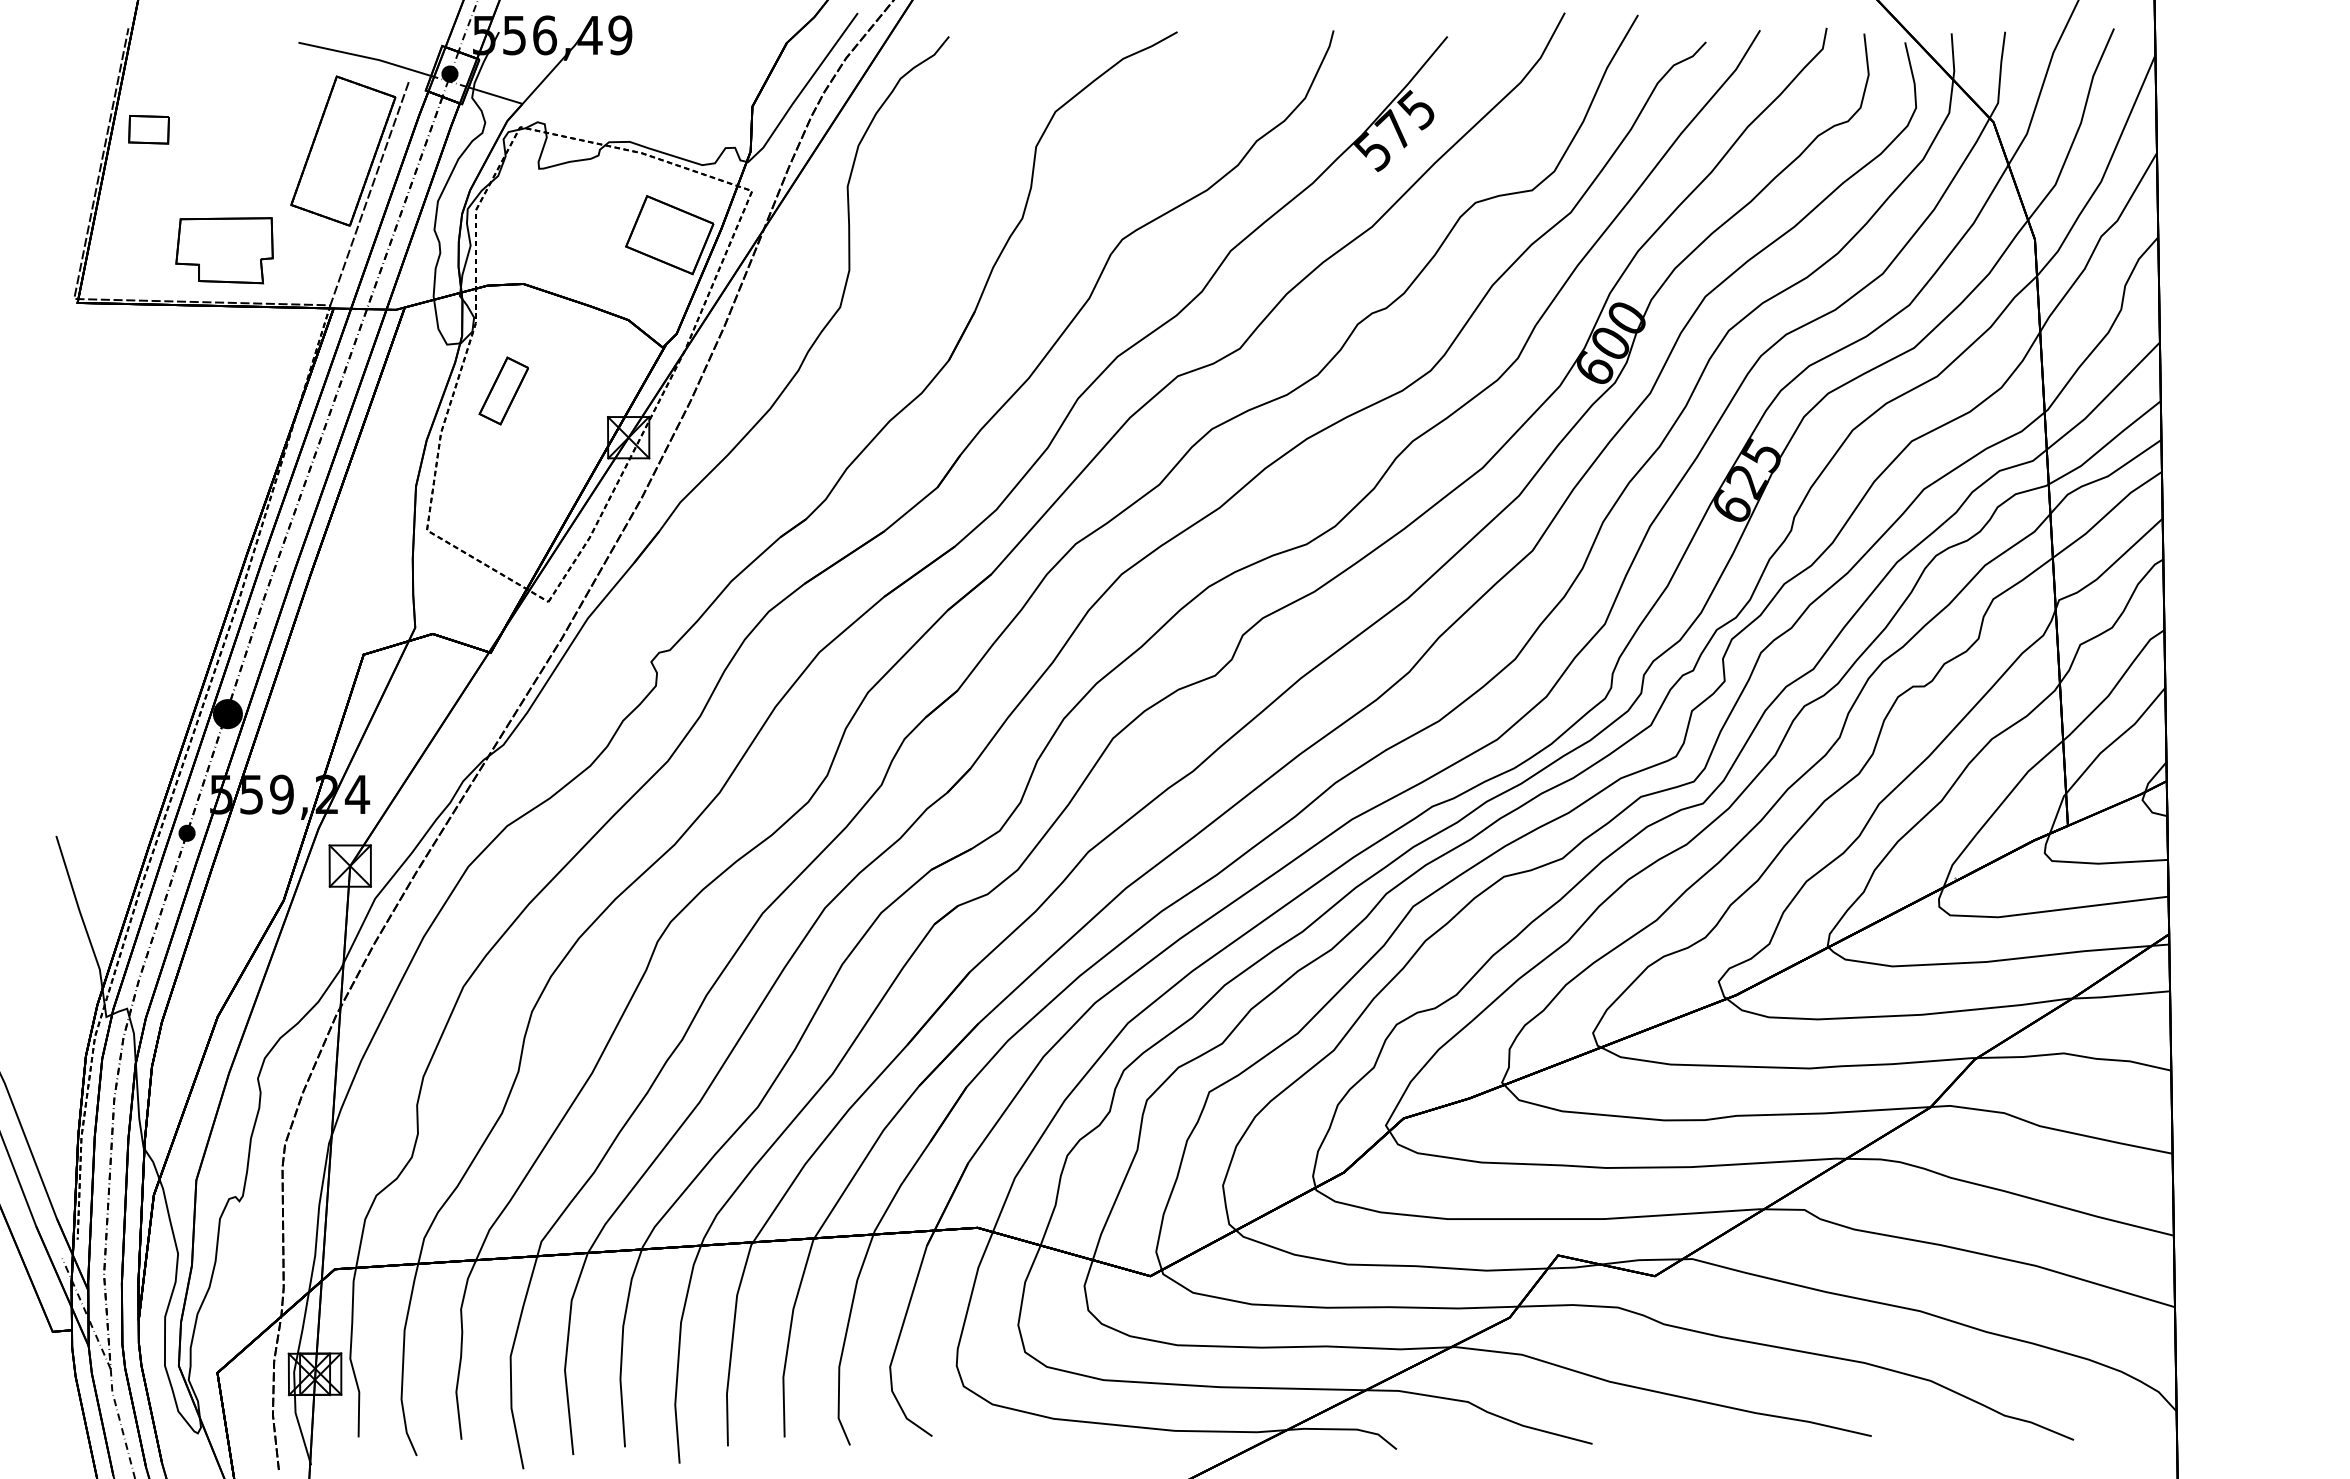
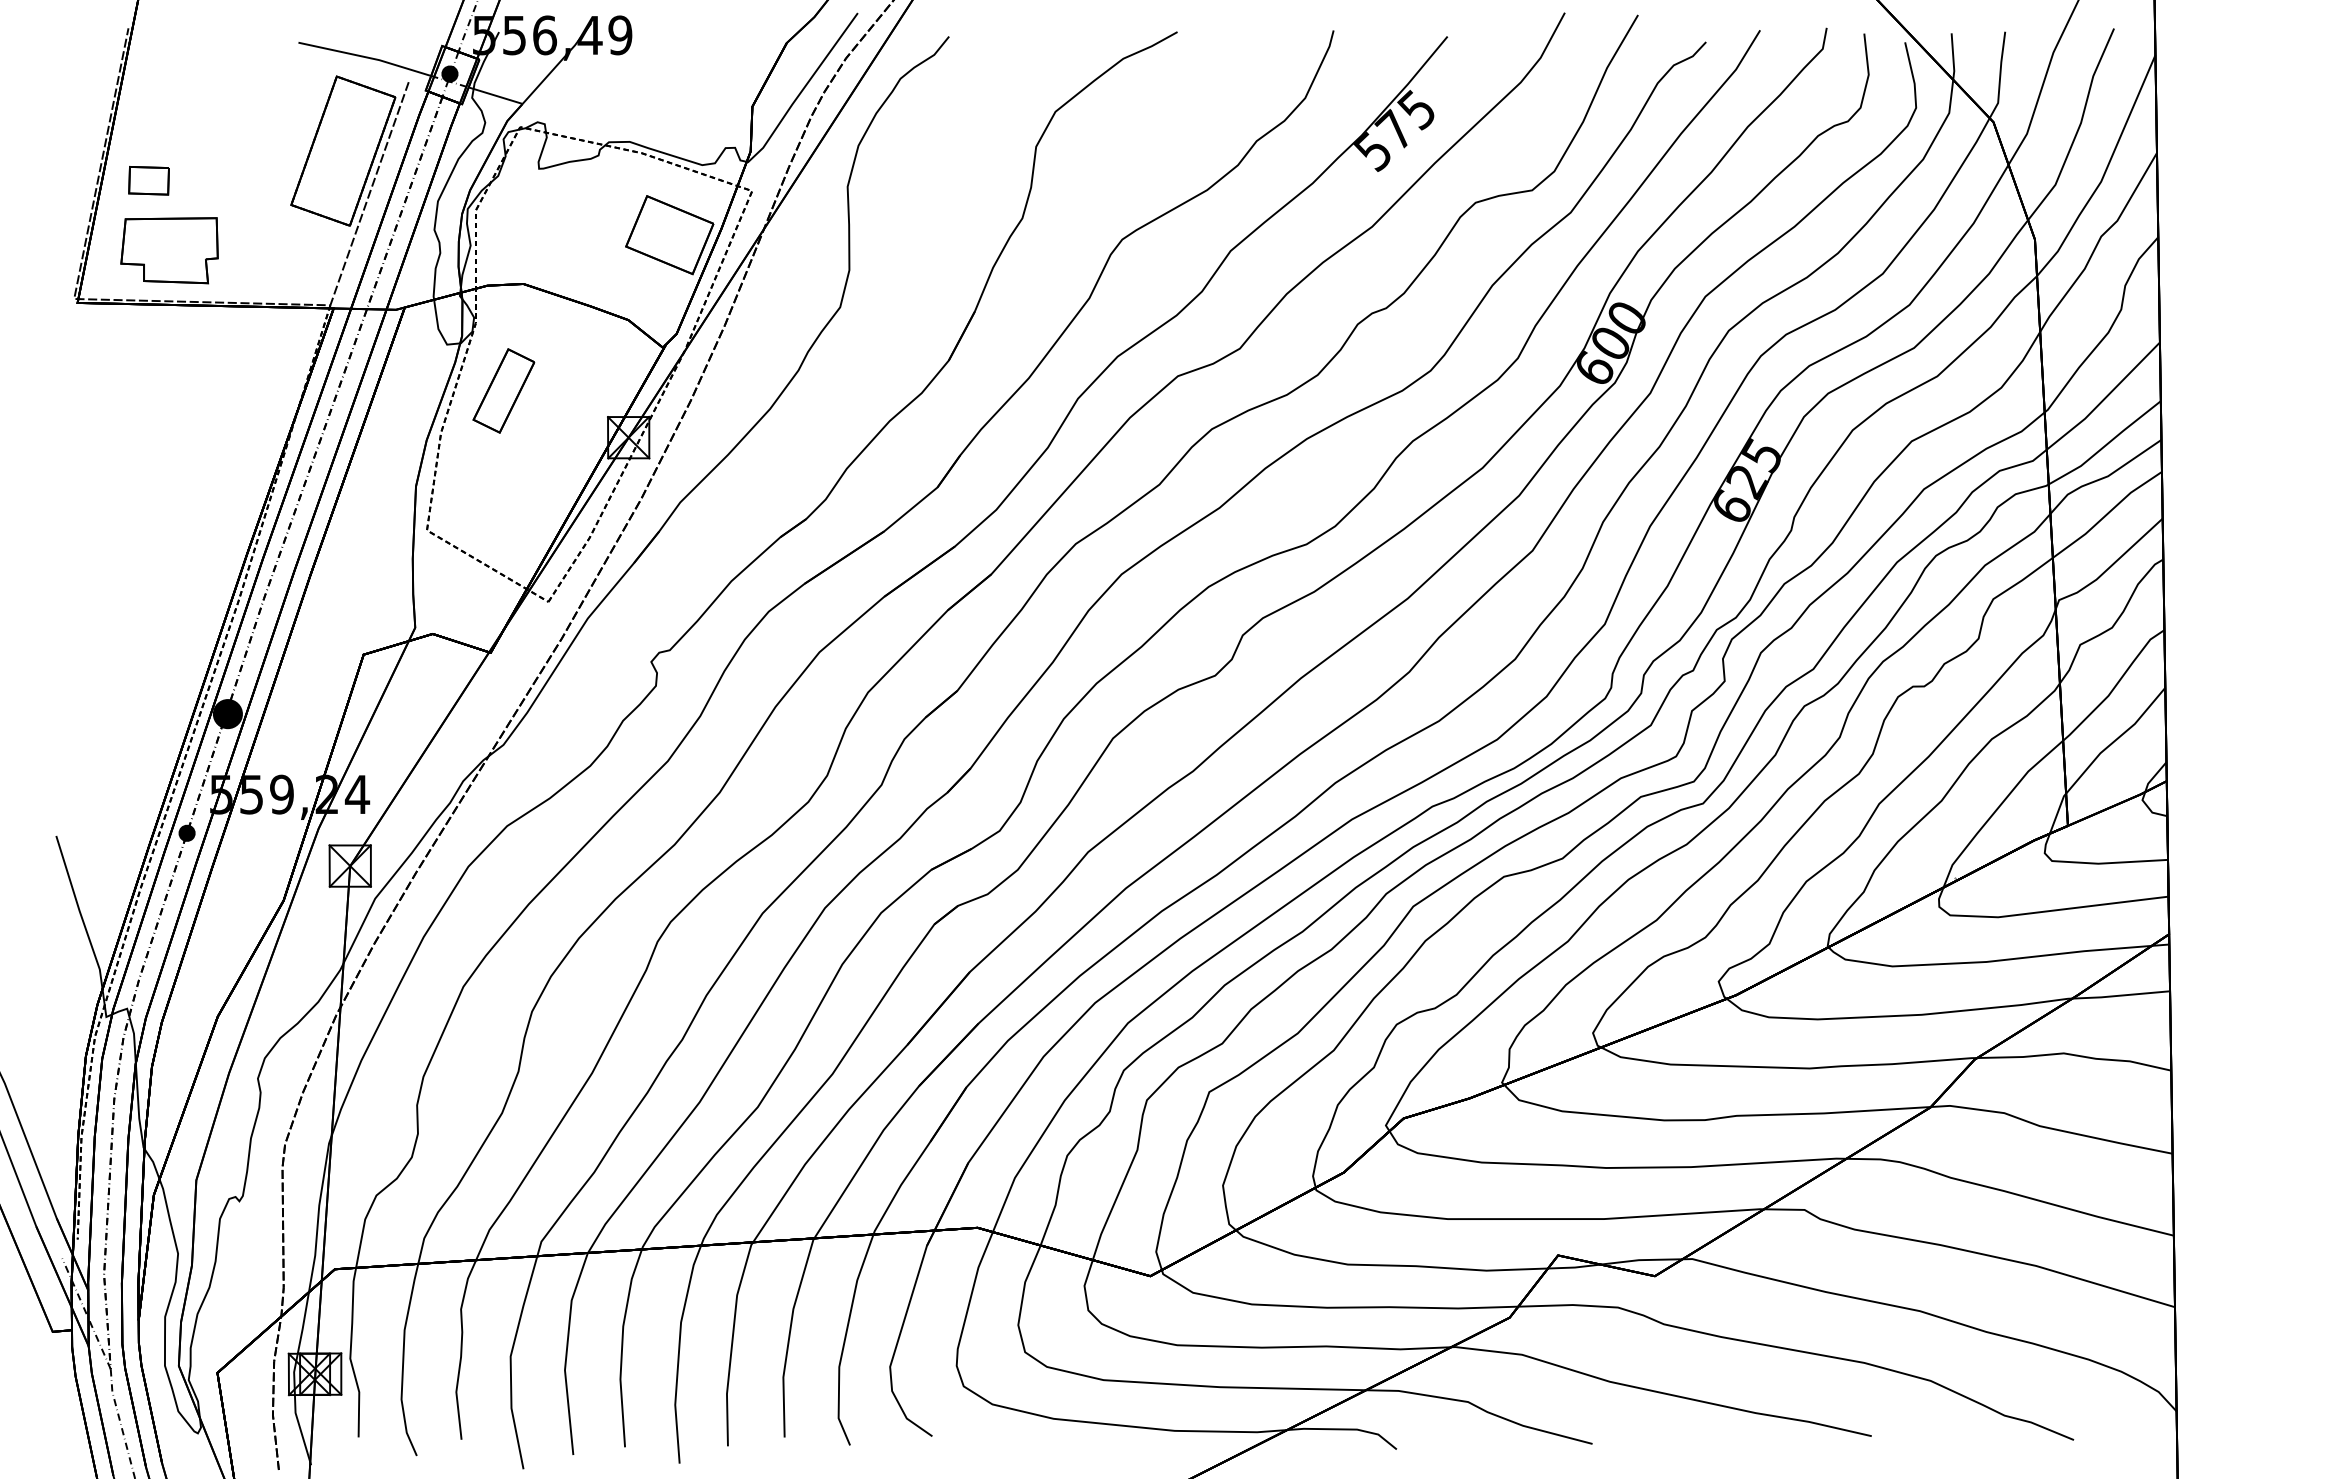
part at (148, 129) position: (148, 129) -> (148, 180)
part at (224, 250) position: (224, 250) -> (169, 250)
part at (503, 390) size: 52x70 px -> 64x86 px
